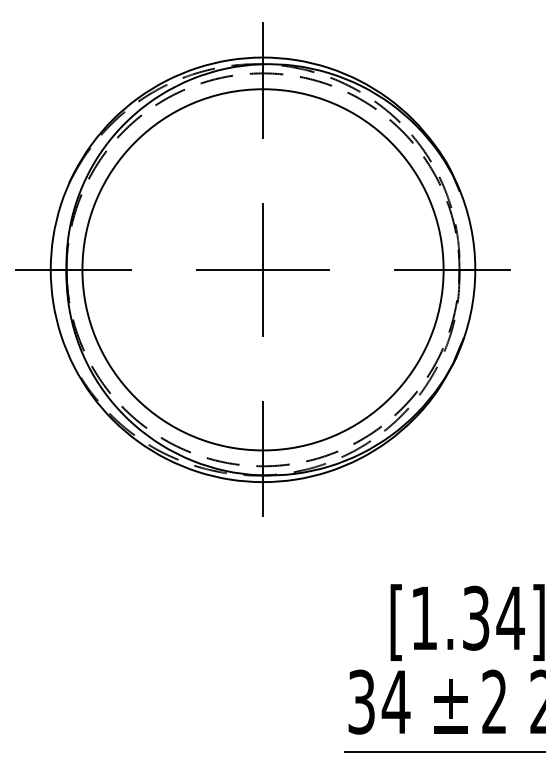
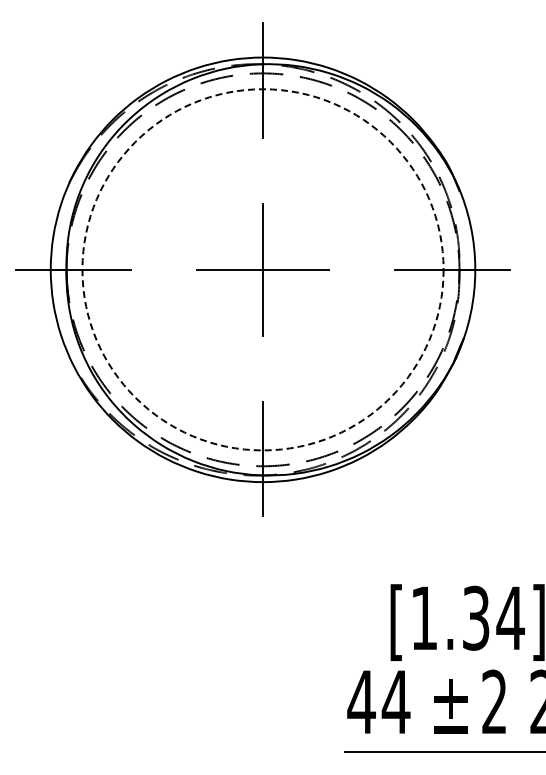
circle at (262, 269): solid -> dashed
text at (361, 701): 34 -> 44
